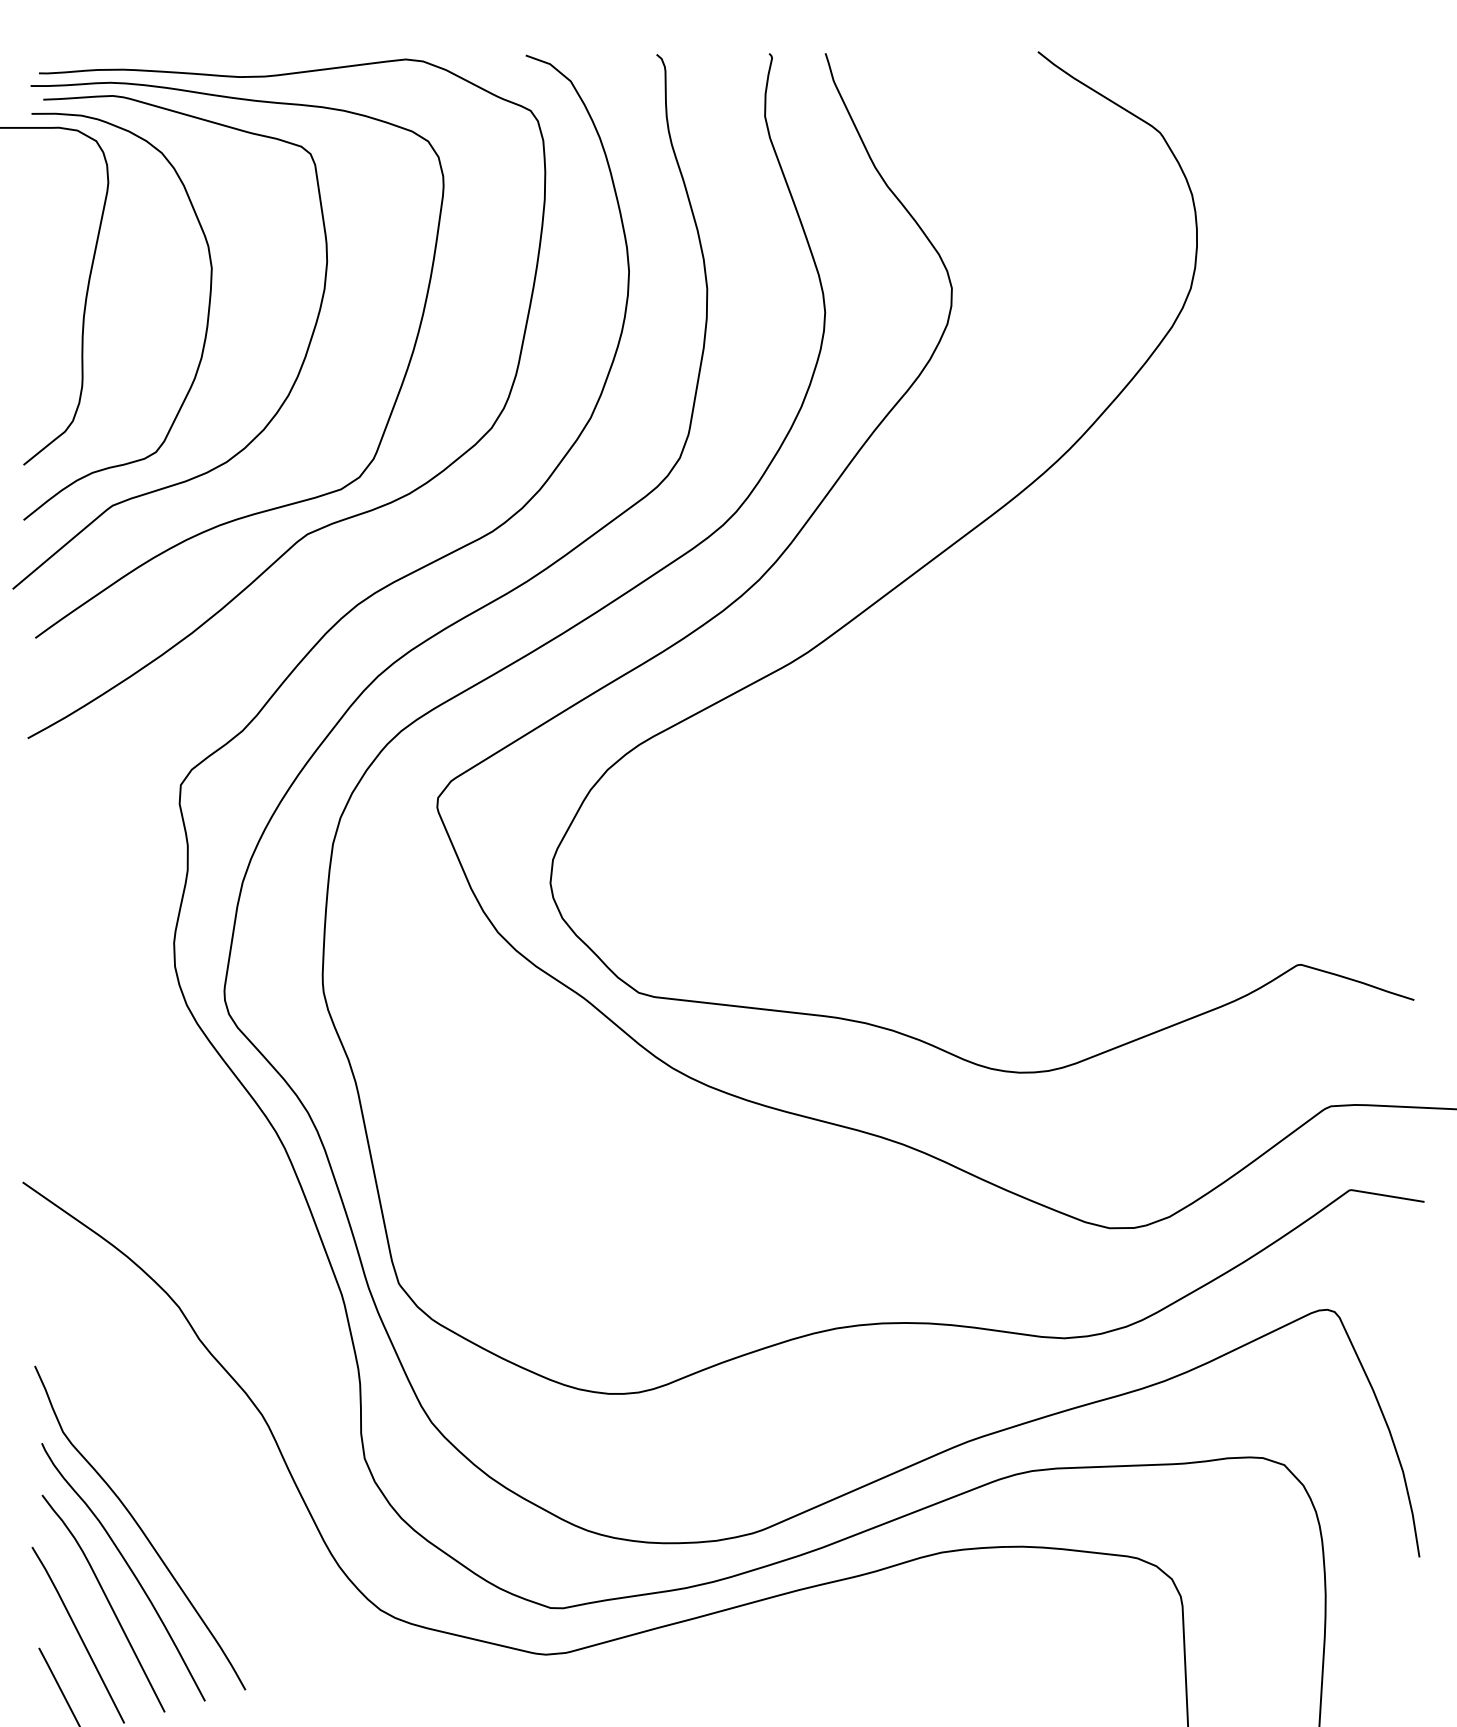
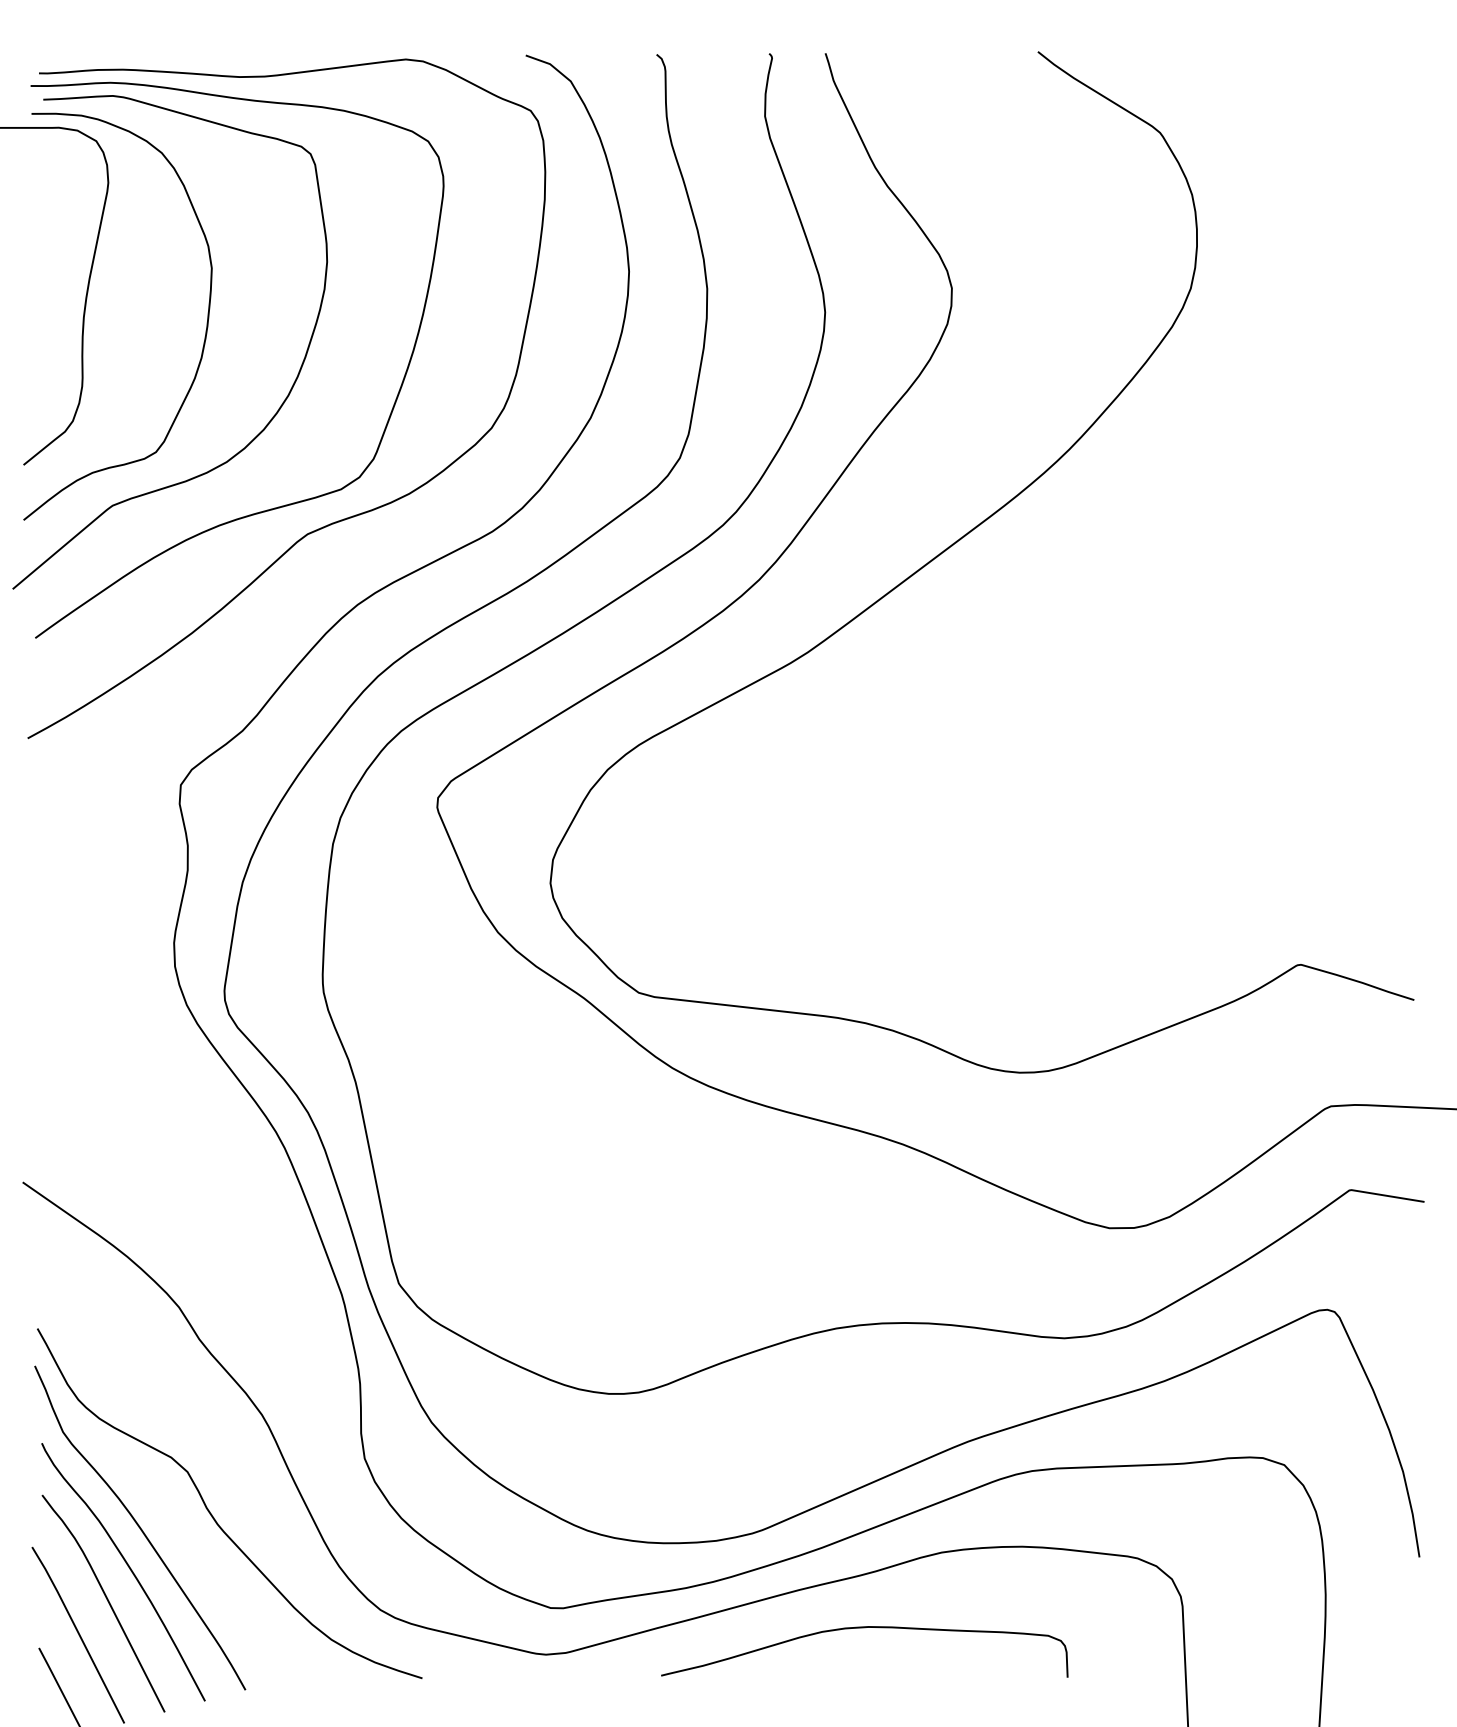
curve at (212, 1514): none -> present
curve at (864, 1628): none -> present
